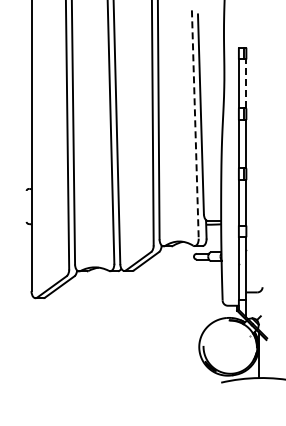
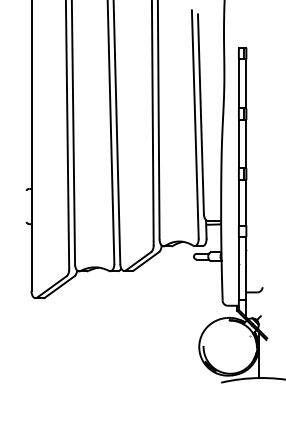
line at (246, 83): dashed -> solid
line at (195, 125): dashed -> solid
